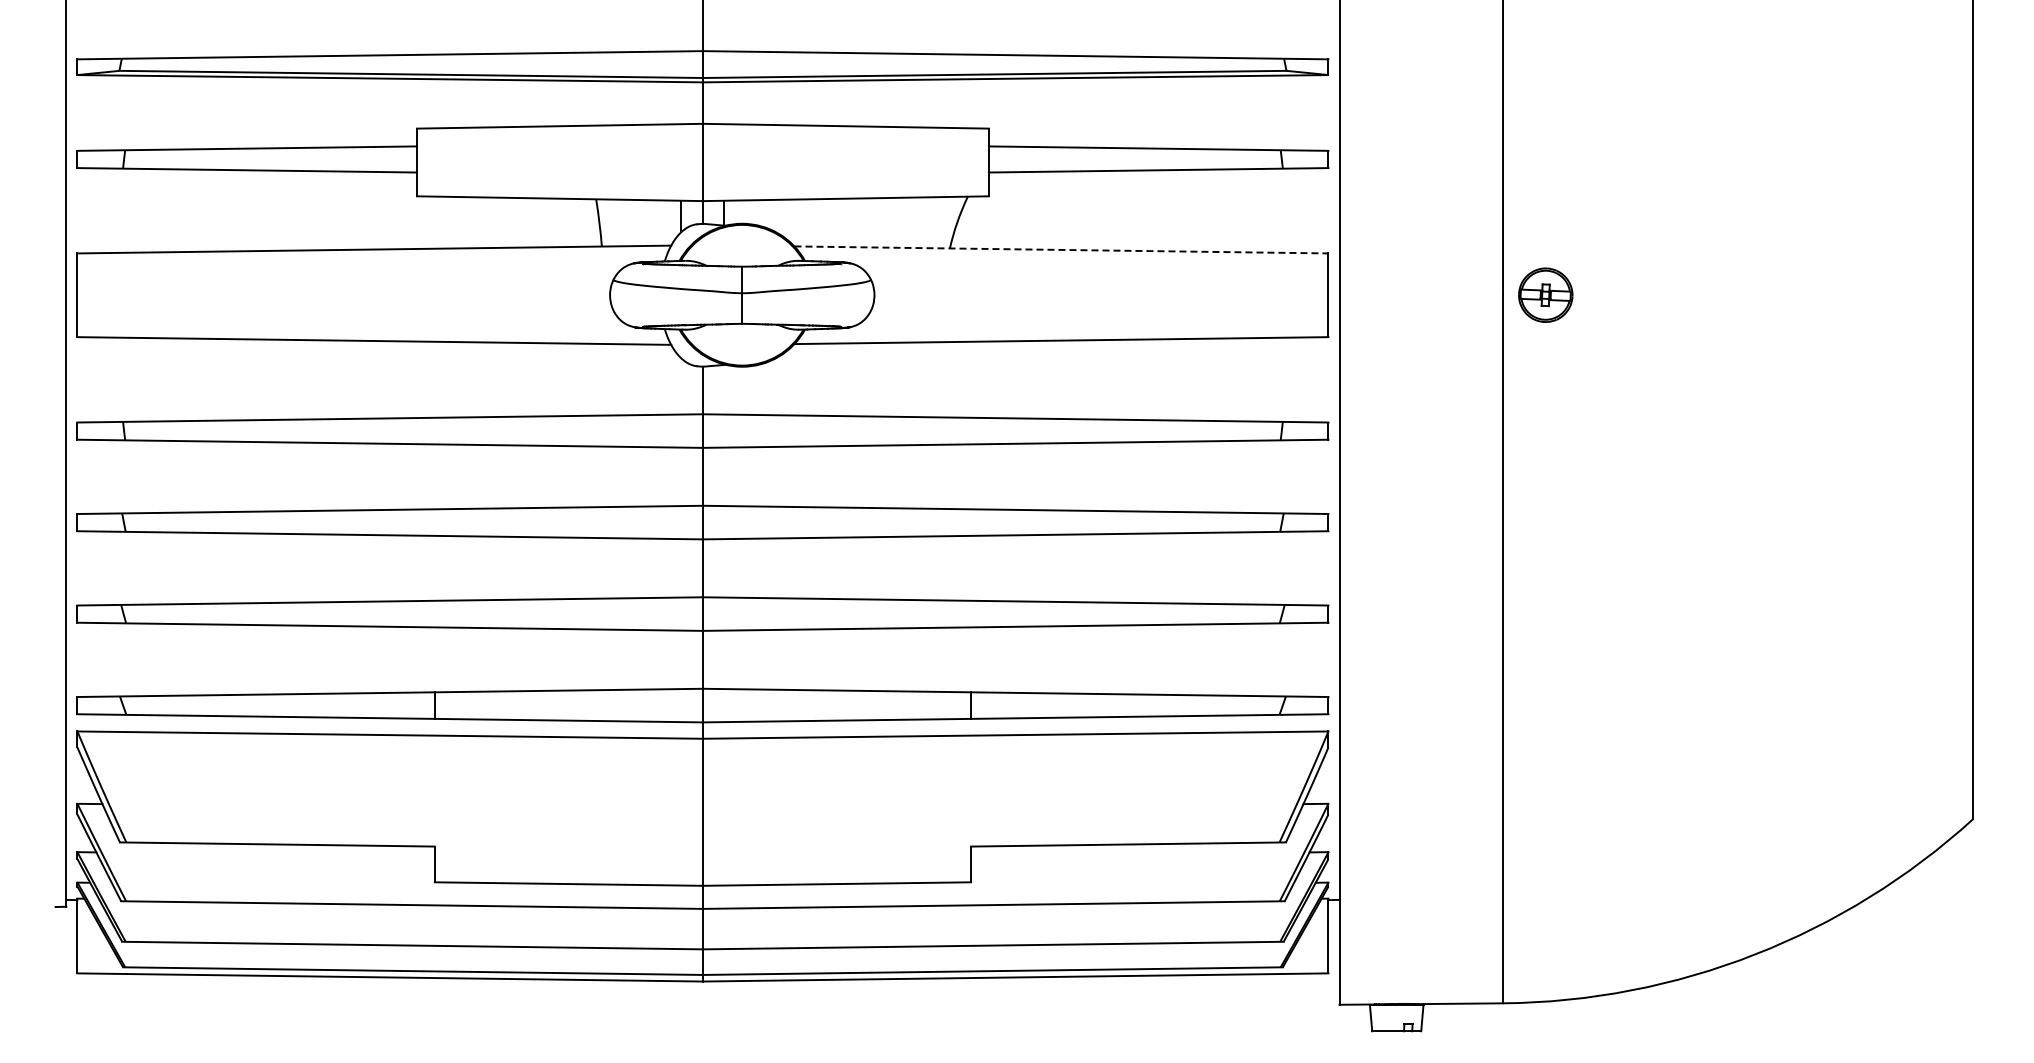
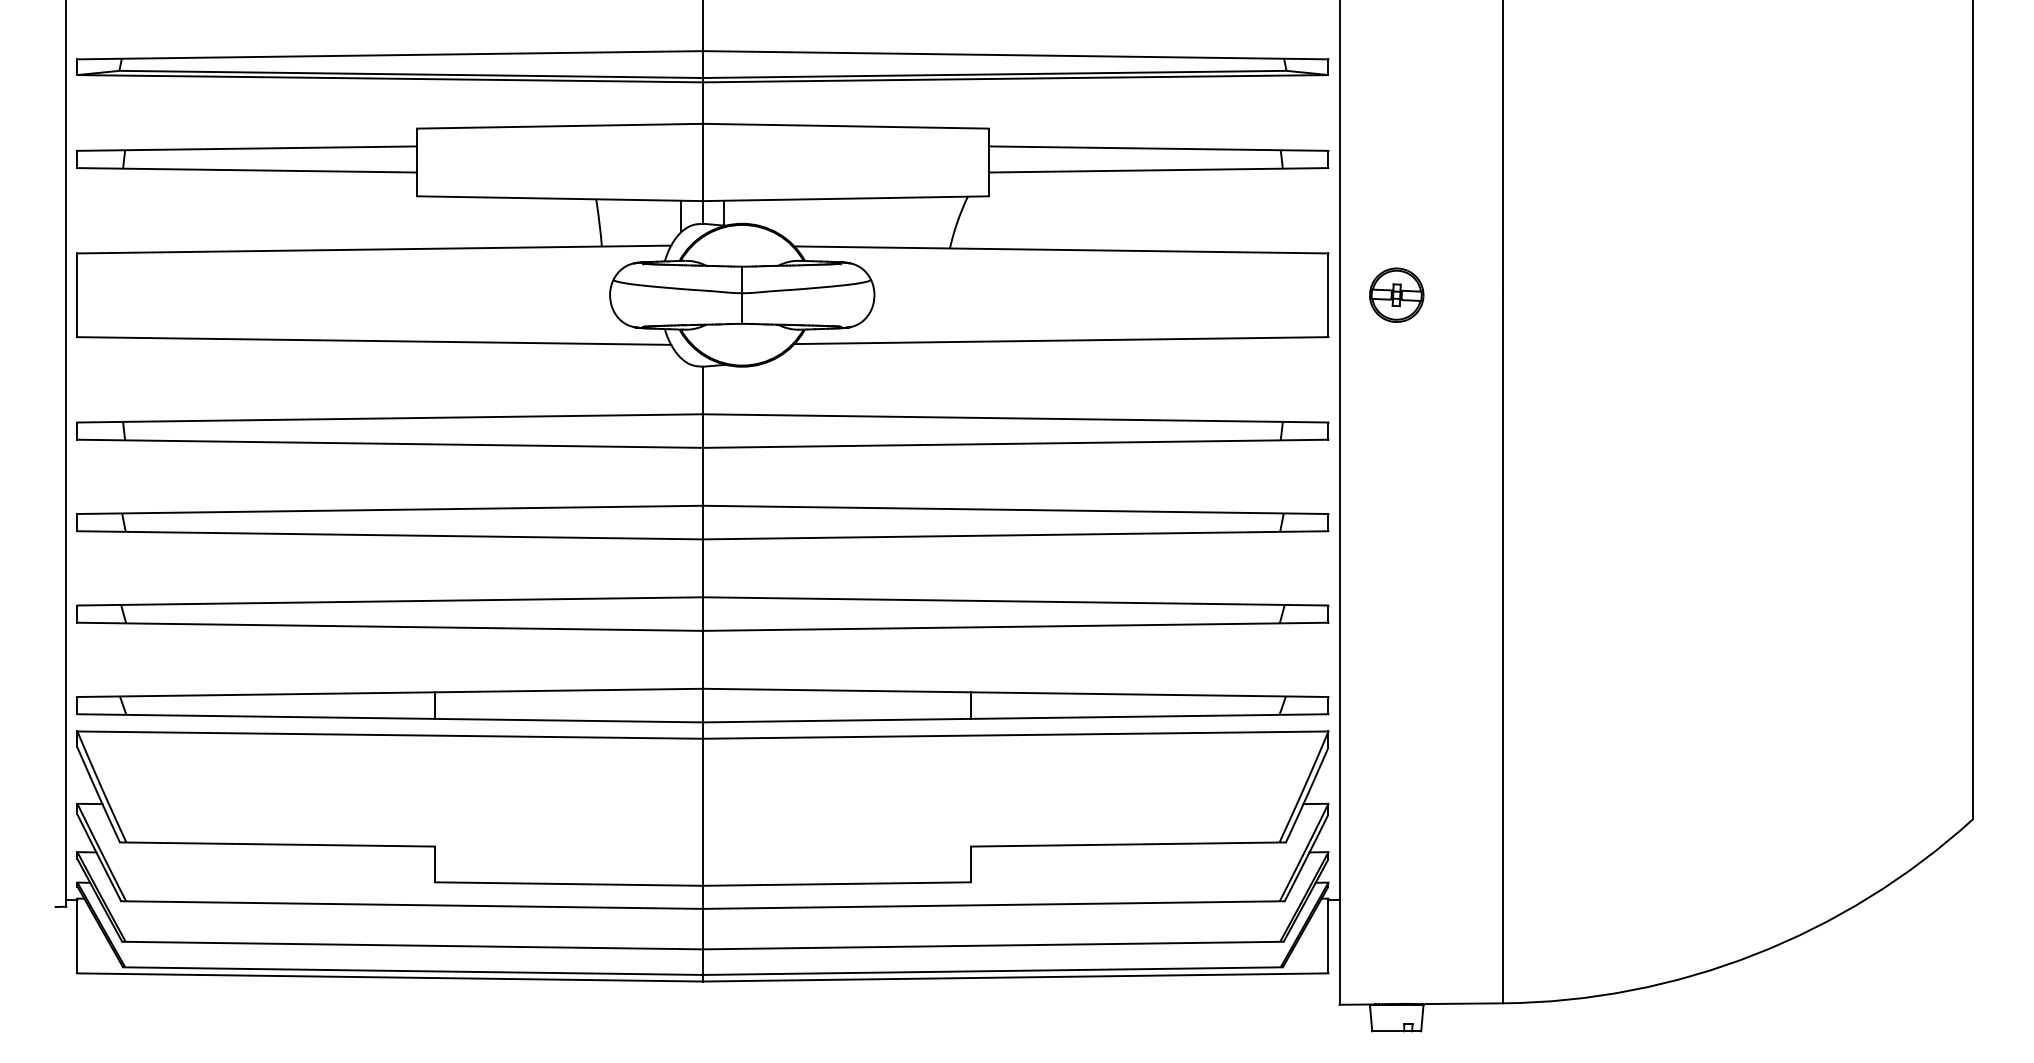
line at (1061, 249): dashed -> solid
part at (1545, 294) position: (1545, 294) -> (1396, 294)
